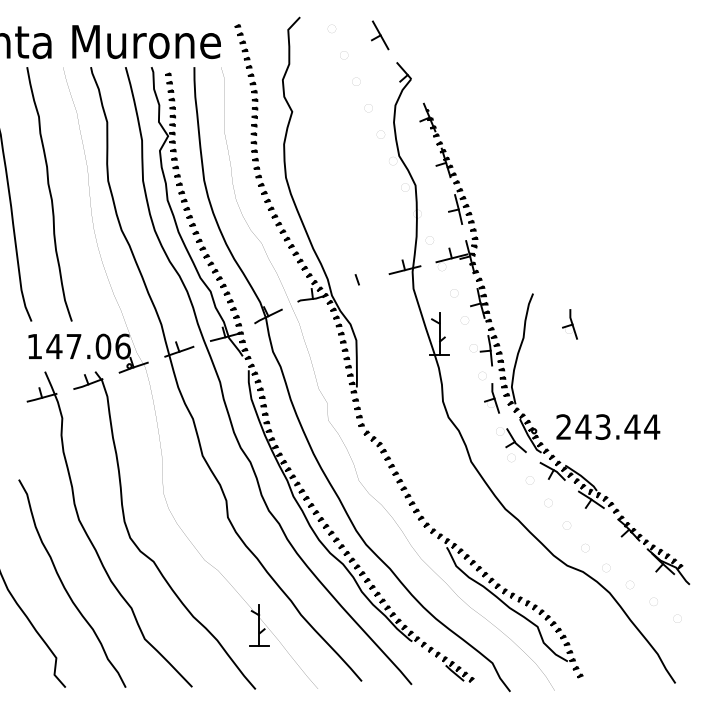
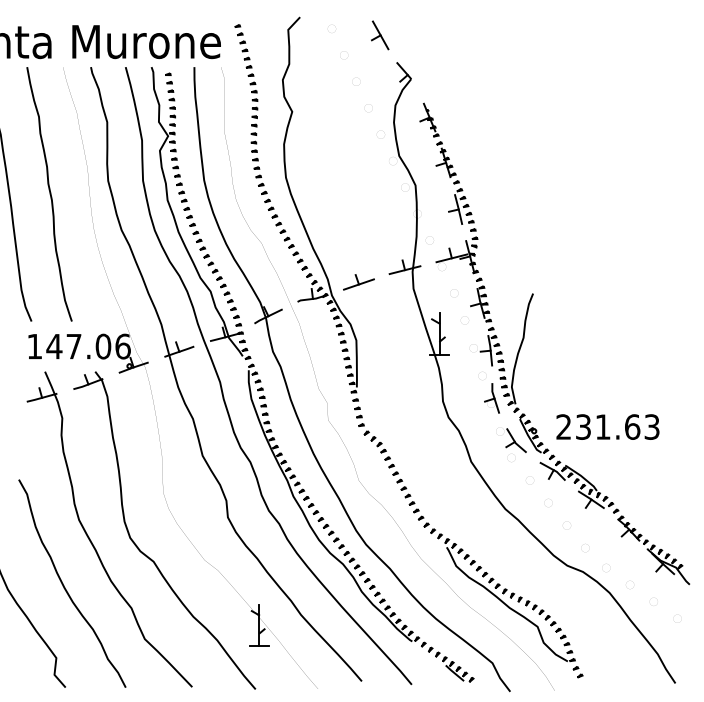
line at (358, 284): none -> present
part at (569, 324): present -> none
text at (617, 426): 243.44 -> 231.63
